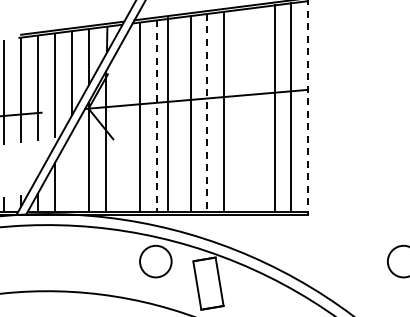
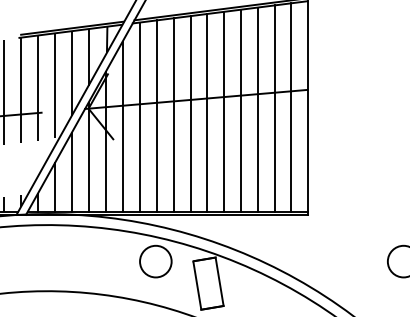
line at (307, 108): dashed -> solid
line at (257, 109): none -> present
line at (241, 110): none -> present
line at (207, 112): dashed -> solid
line at (167, 114) position: (167, 114) -> (173, 114)
line at (156, 116): dashed -> solid
line at (122, 126): none -> present
line at (71, 172): none -> present
